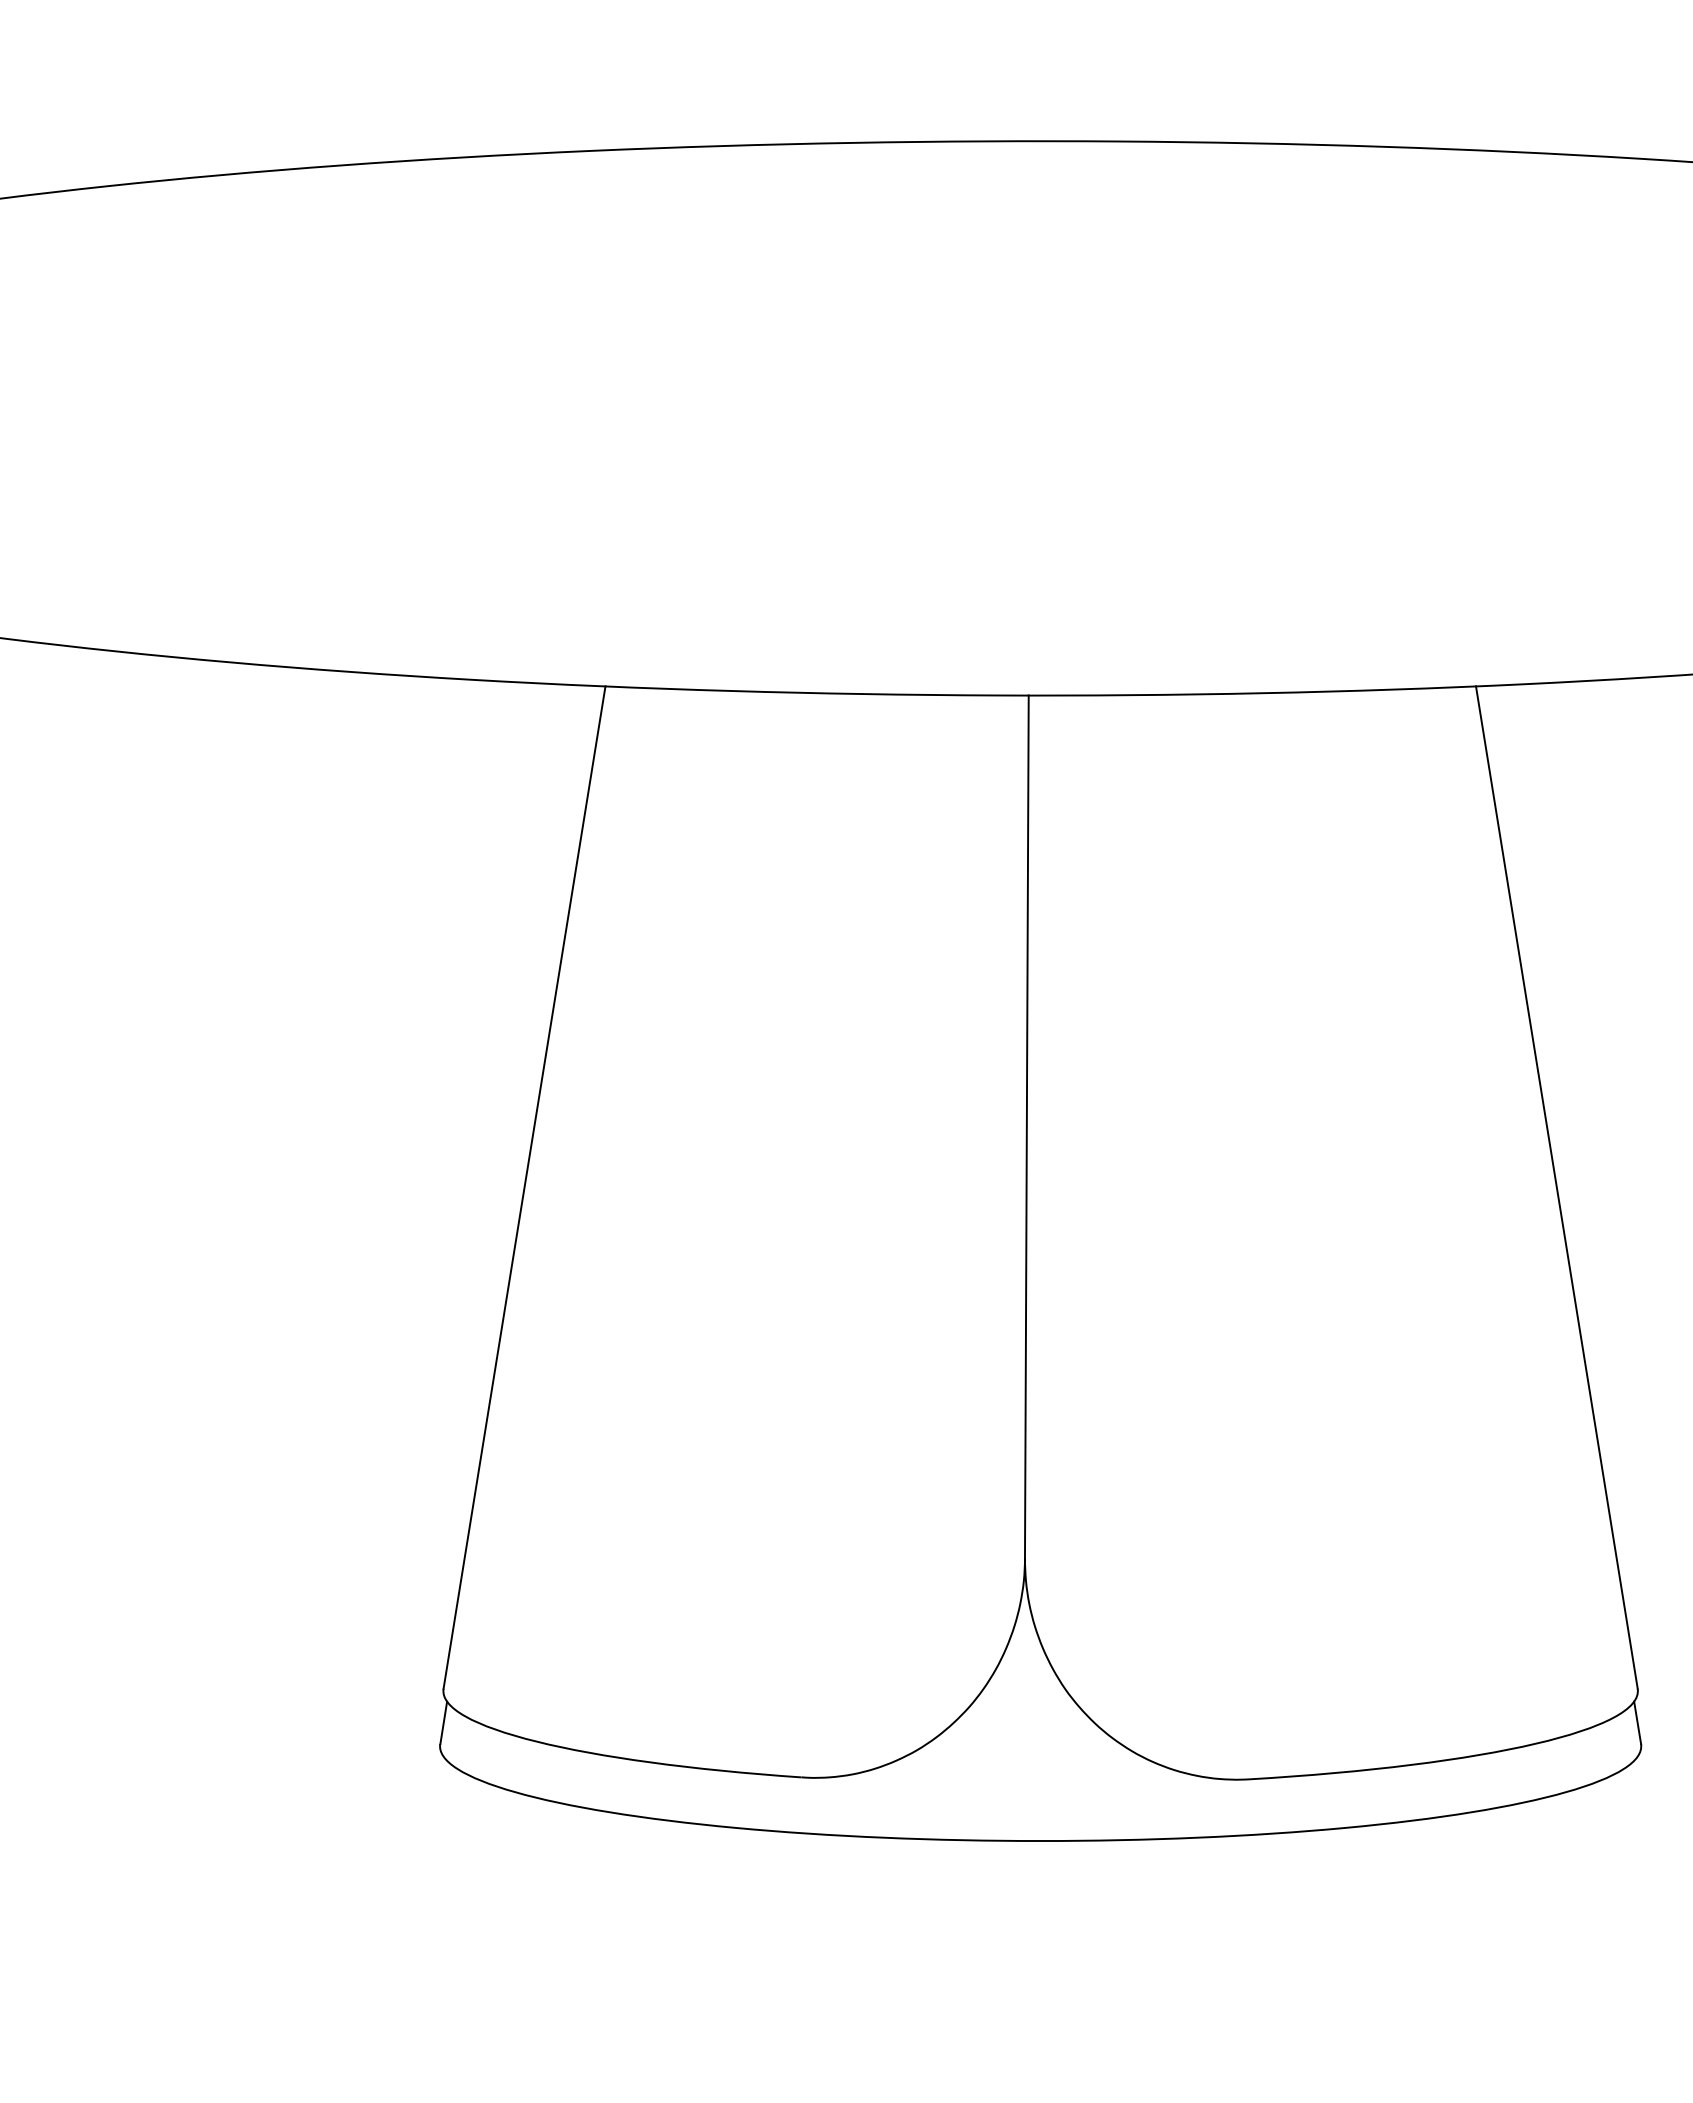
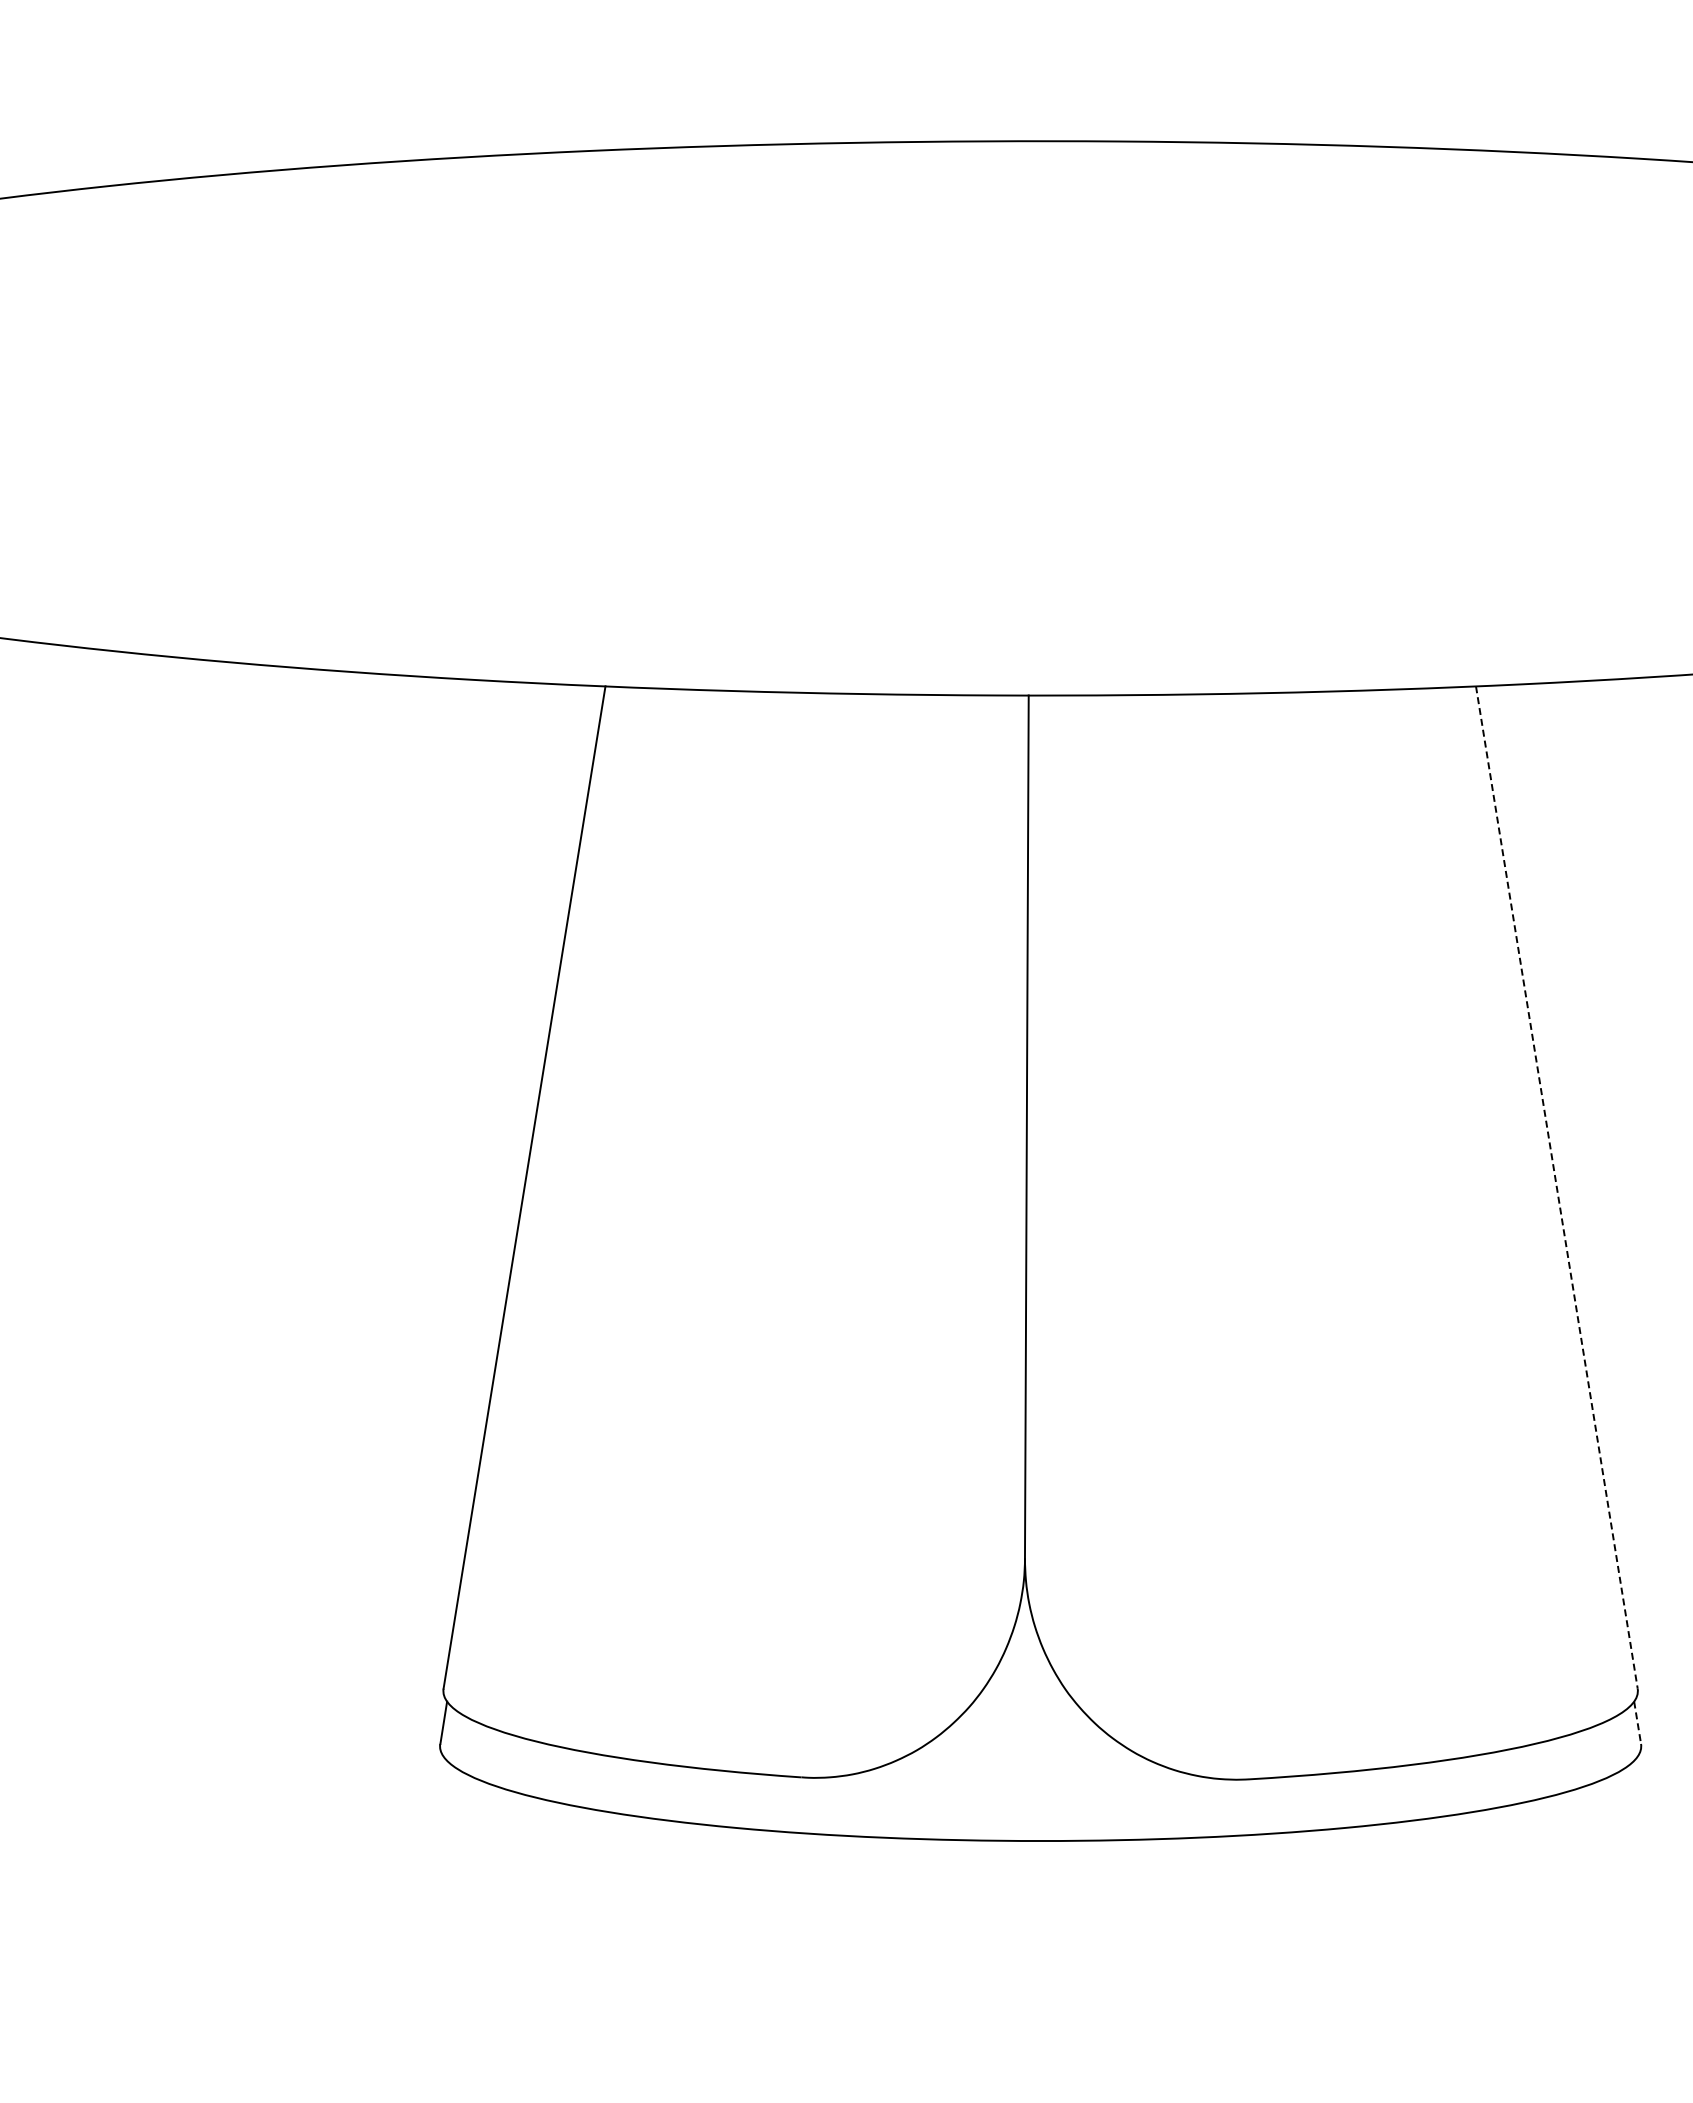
line at (1556, 1187): solid -> dashed
line at (1637, 1723): solid -> dashed
